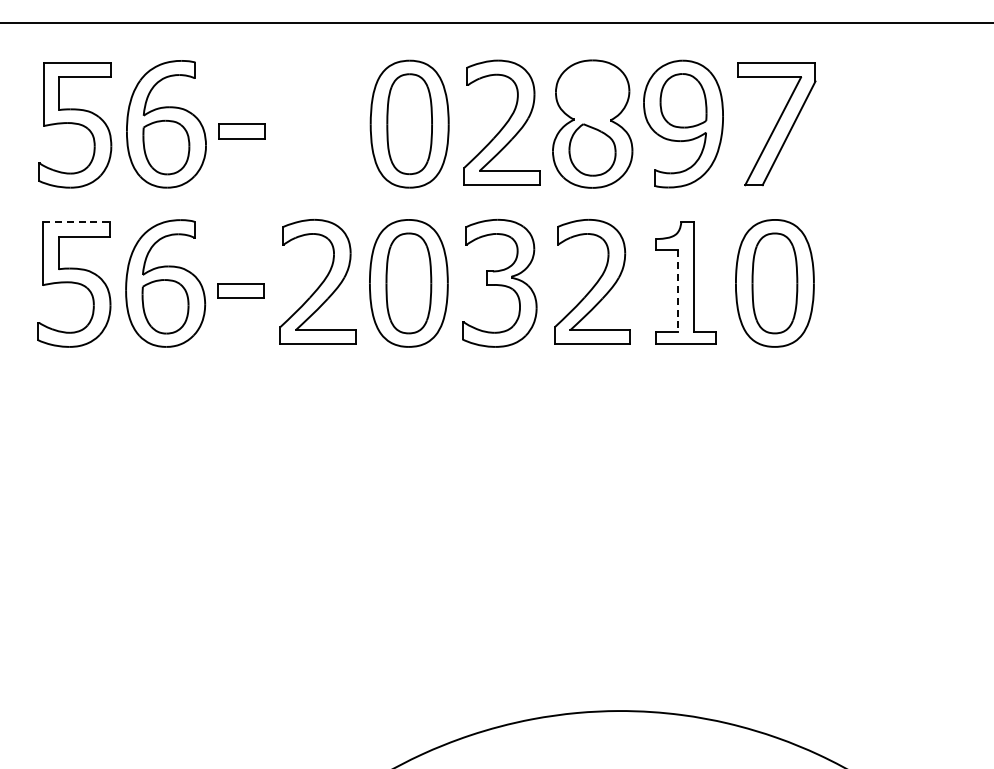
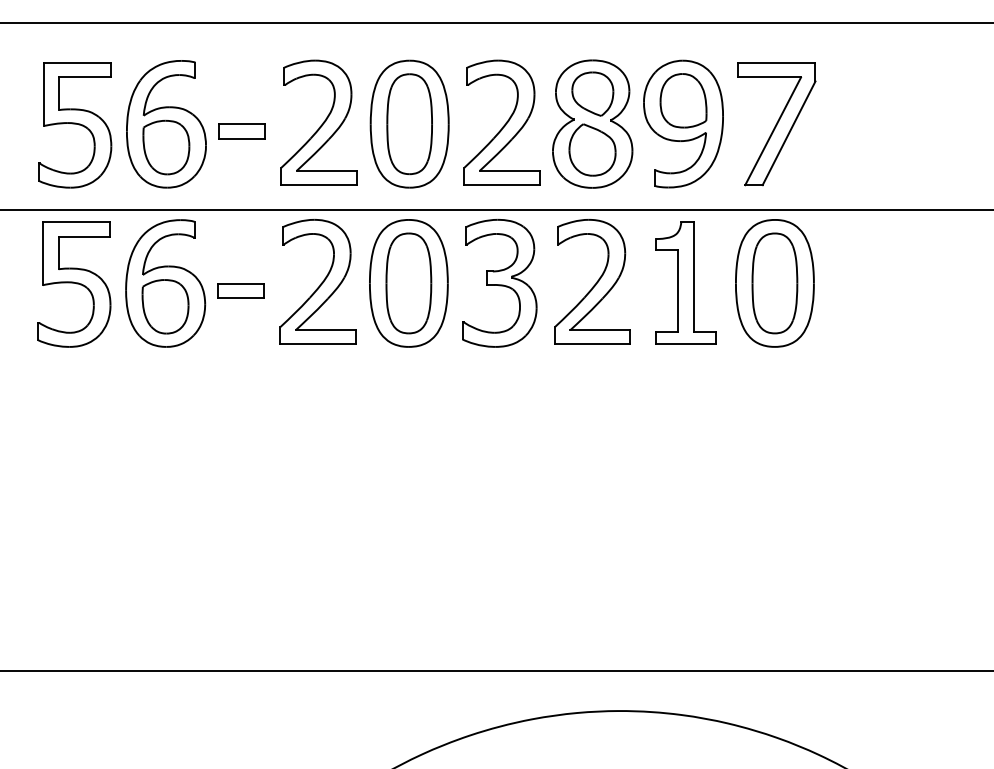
part at (592, 93): none -> present
part at (318, 122): none -> present
line at (496, 210): none -> present
line at (76, 222): dashed -> solid
line at (678, 291): dashed -> solid
line at (496, 670): none -> present
